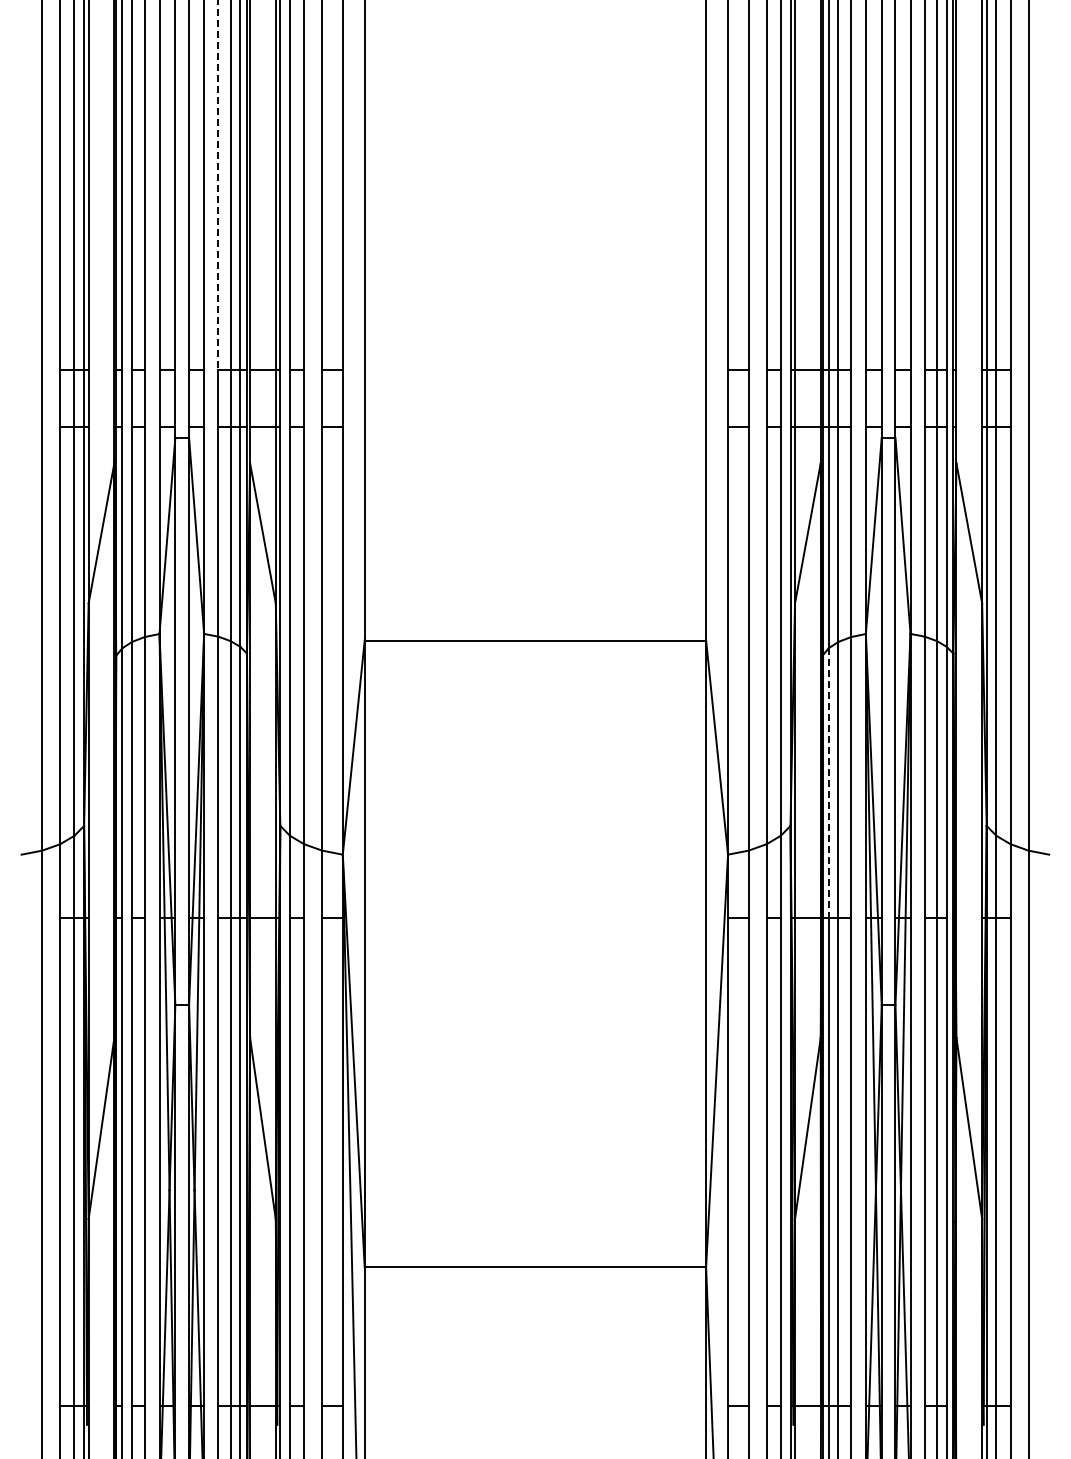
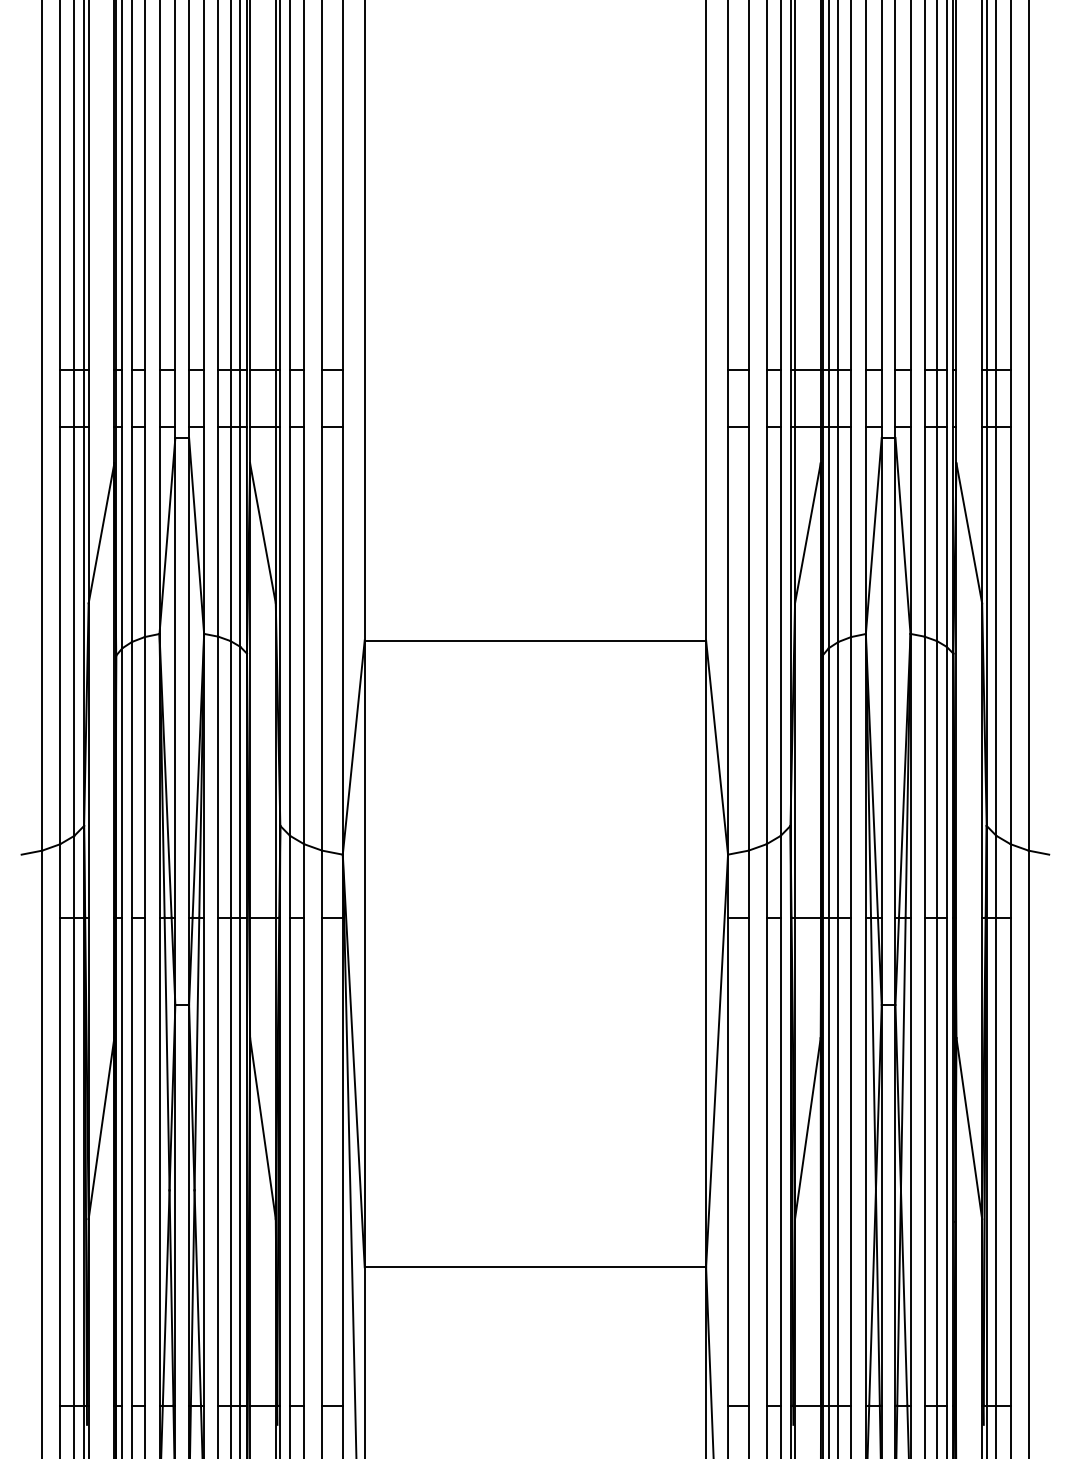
line at (218, 185): dashed -> solid
line at (828, 782): dashed -> solid
